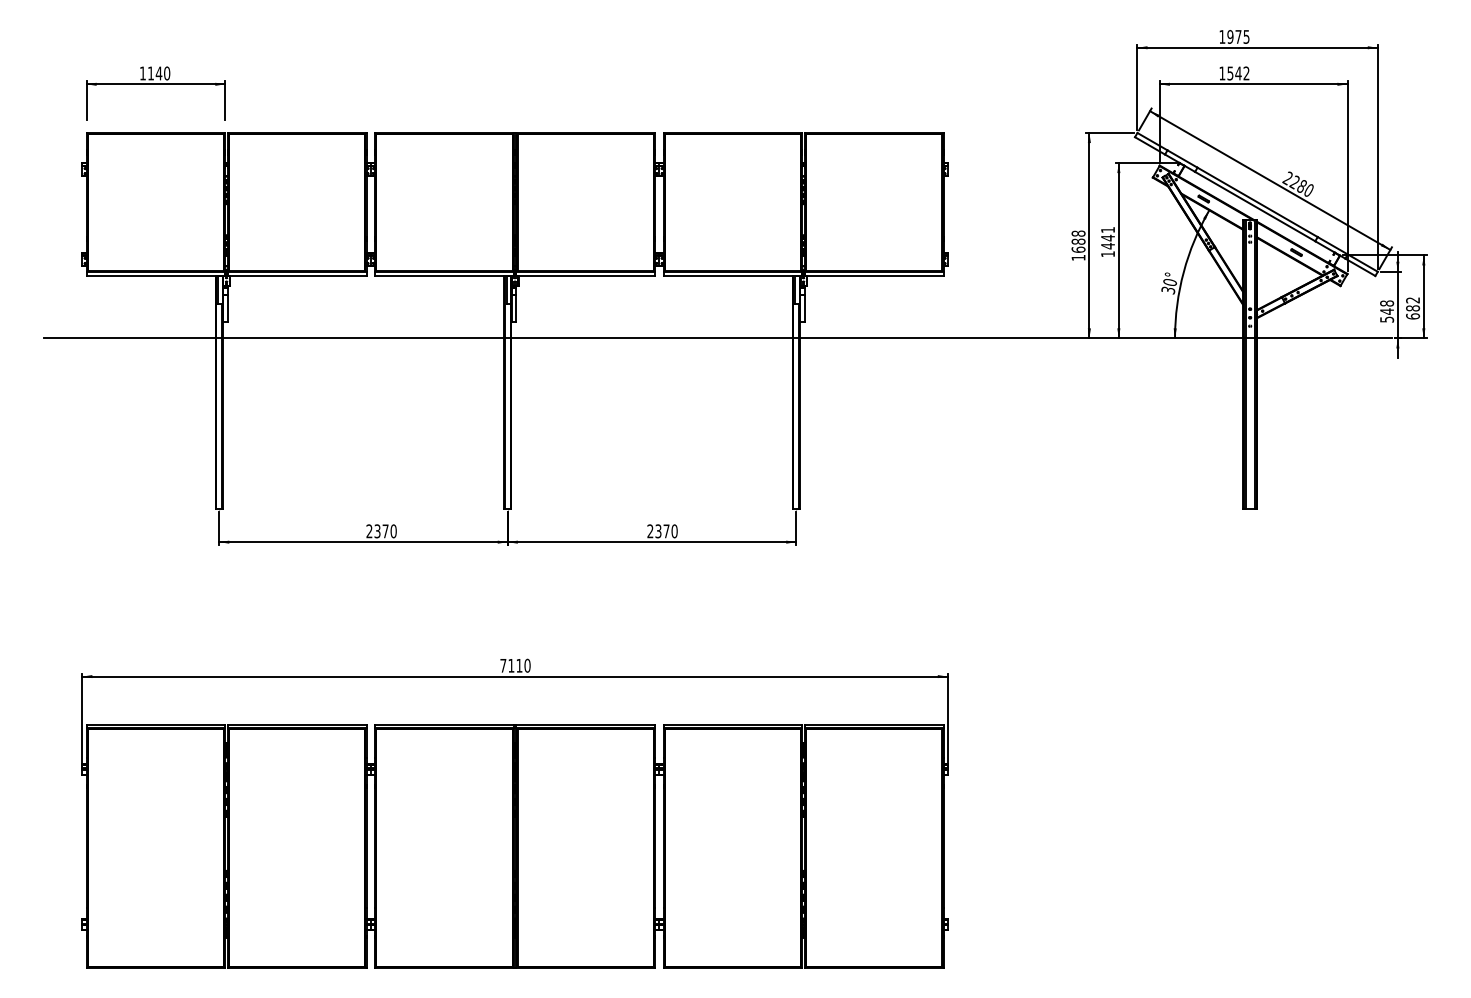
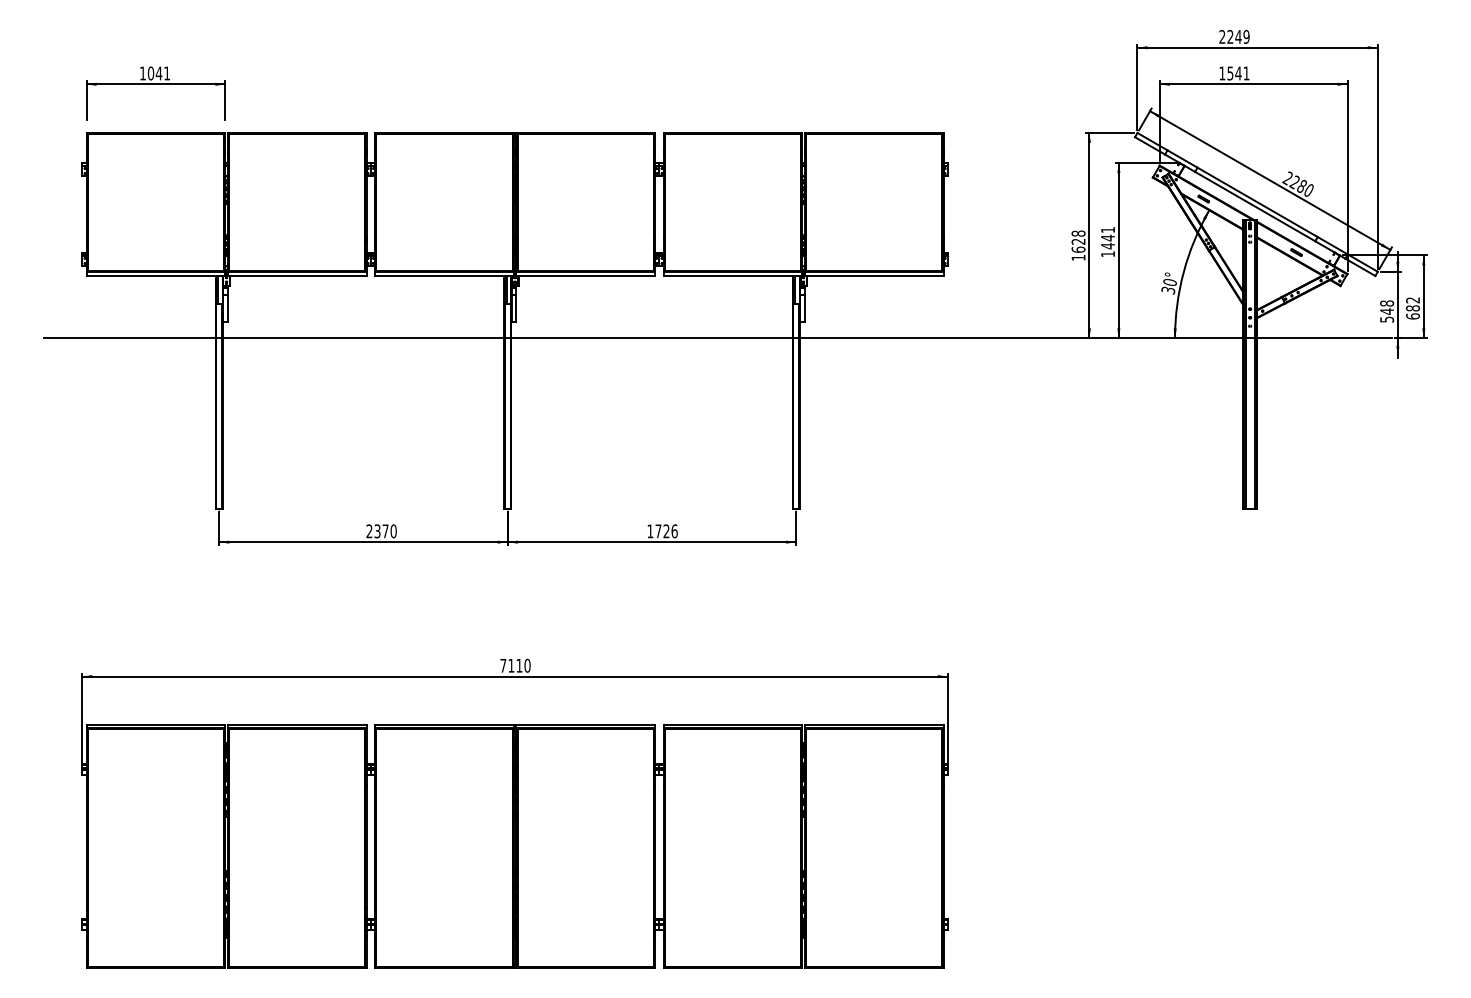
text at (1234, 36): 1975 -> 2249
text at (158, 73): 1140 -> 1041
text at (1246, 73): 1542 -> 1541
text at (1078, 241): 1688 -> 1628
text at (662, 531): 2370 -> 1726
